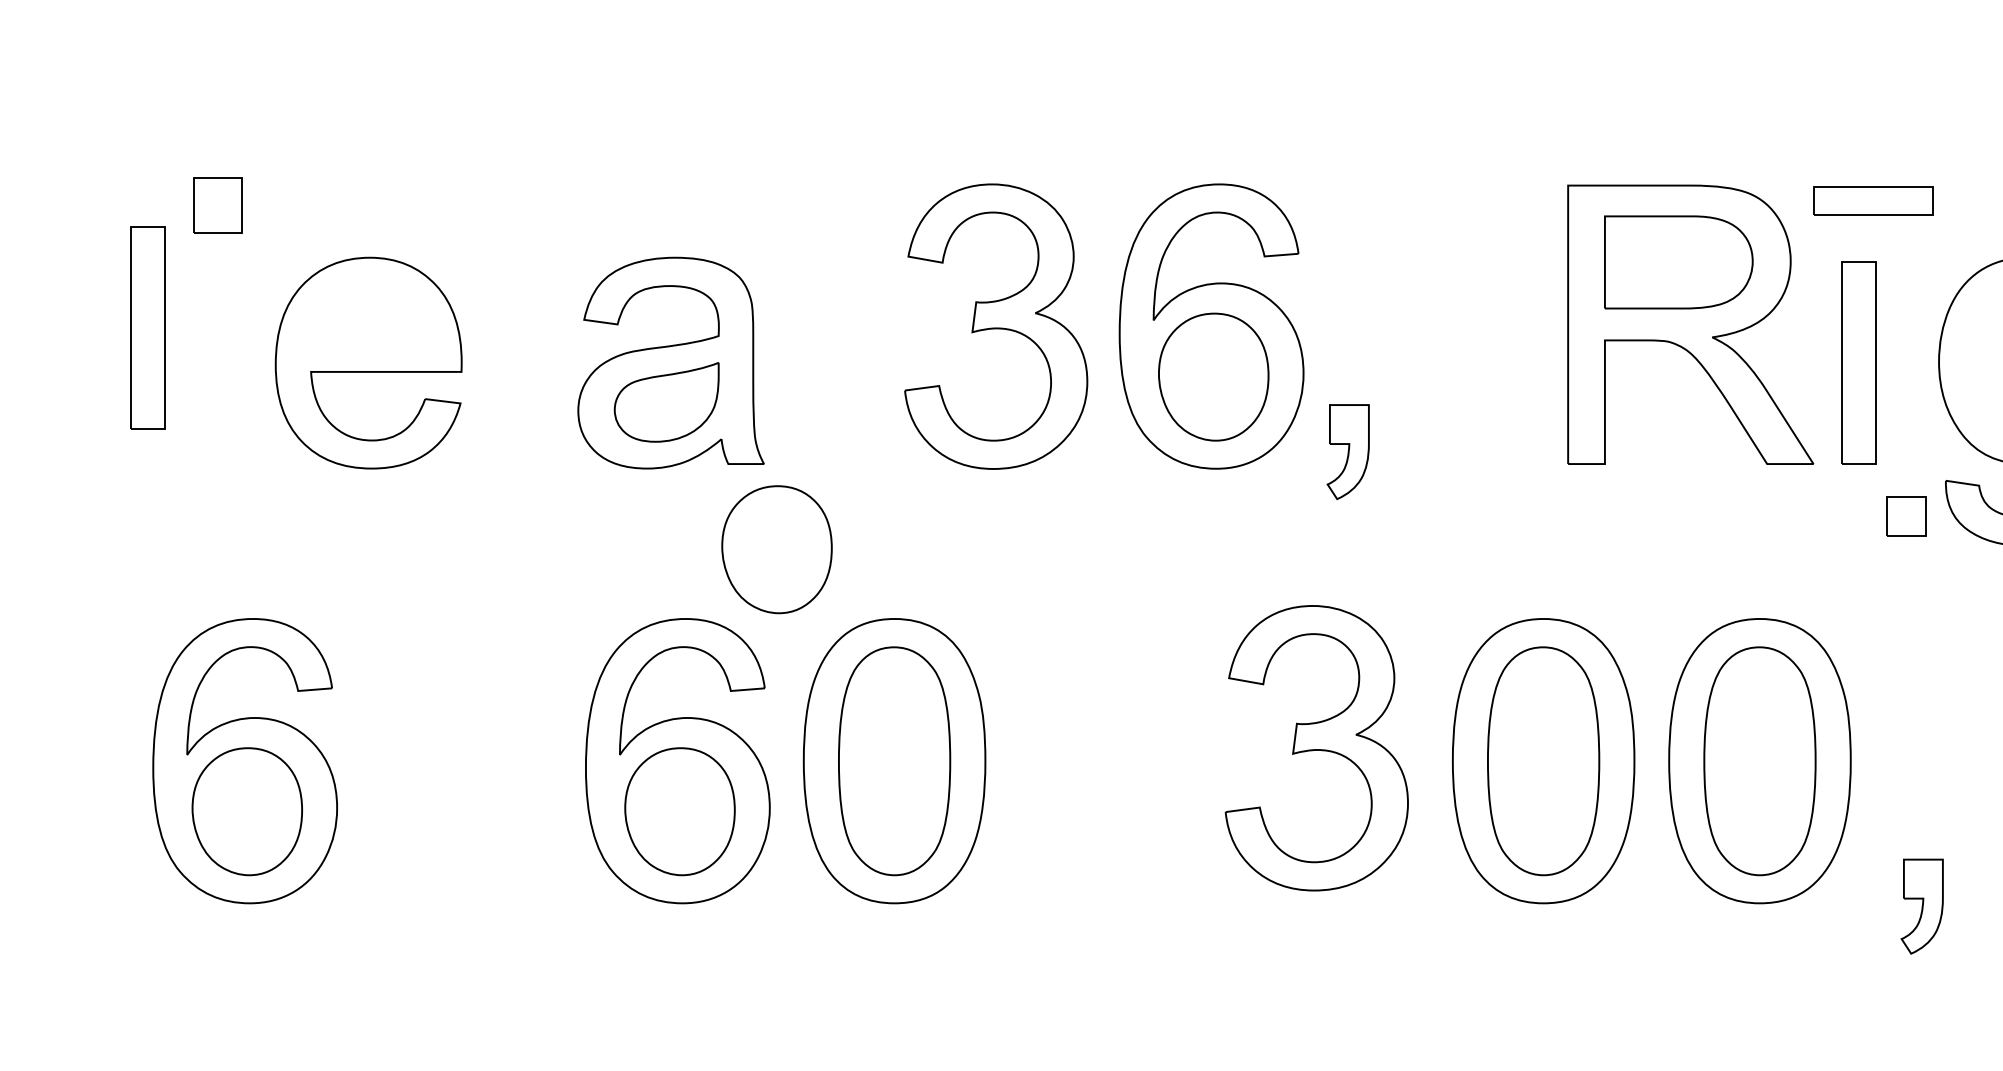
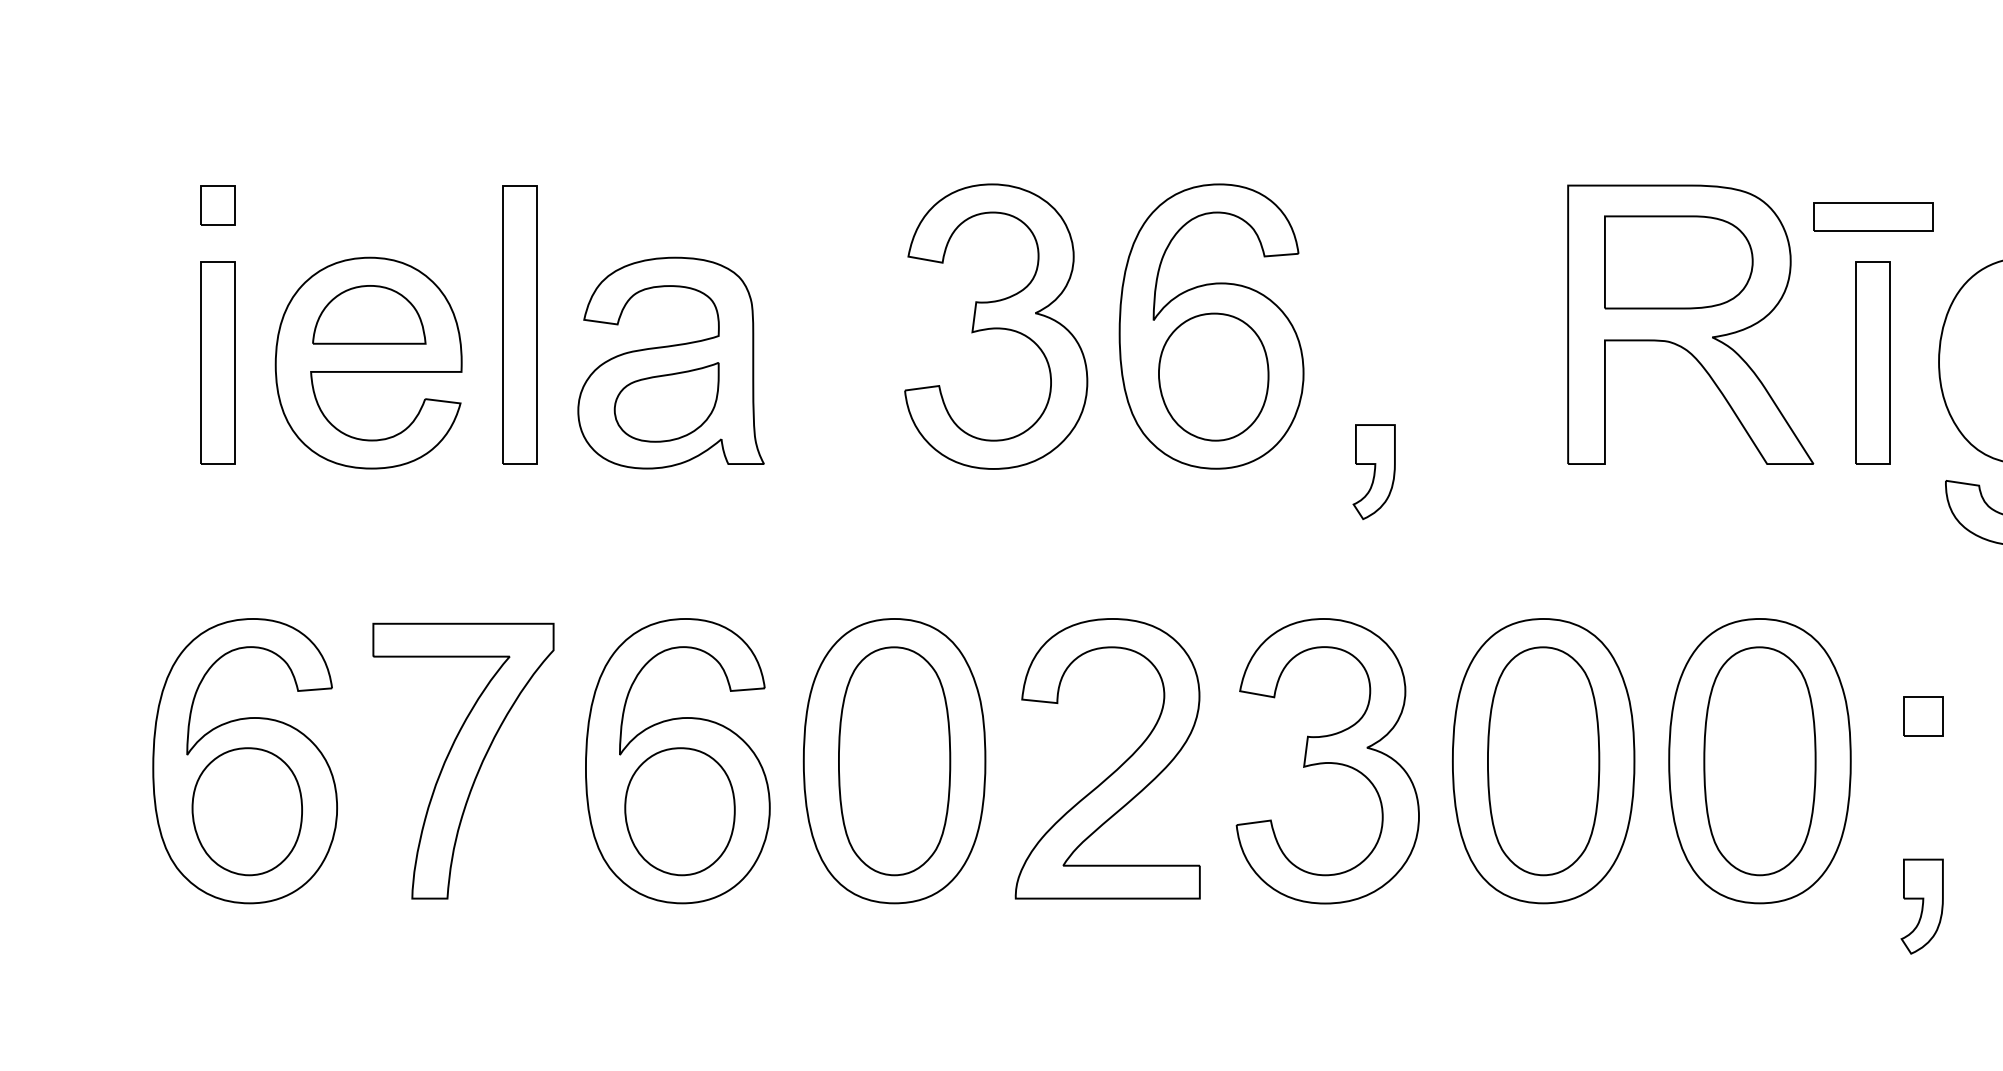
part at (1873, 200) position: (1873, 200) -> (1873, 216)
part at (217, 205) size: 50x57 px -> 36x41 px
part at (369, 314): none -> present
part at (519, 324): none -> present
part at (147, 327) position: (147, 327) -> (217, 362)
part at (1858, 362) position: (1858, 362) -> (1872, 362)
part at (1347, 451) position: (1347, 451) -> (1373, 471)
part at (1906, 516) position: (1906, 516) -> (1923, 716)
part at (776, 549): present -> none
part at (1316, 748) position: (1316, 748) -> (1327, 761)
part at (463, 760): none -> present
part at (1115, 769): none -> present
